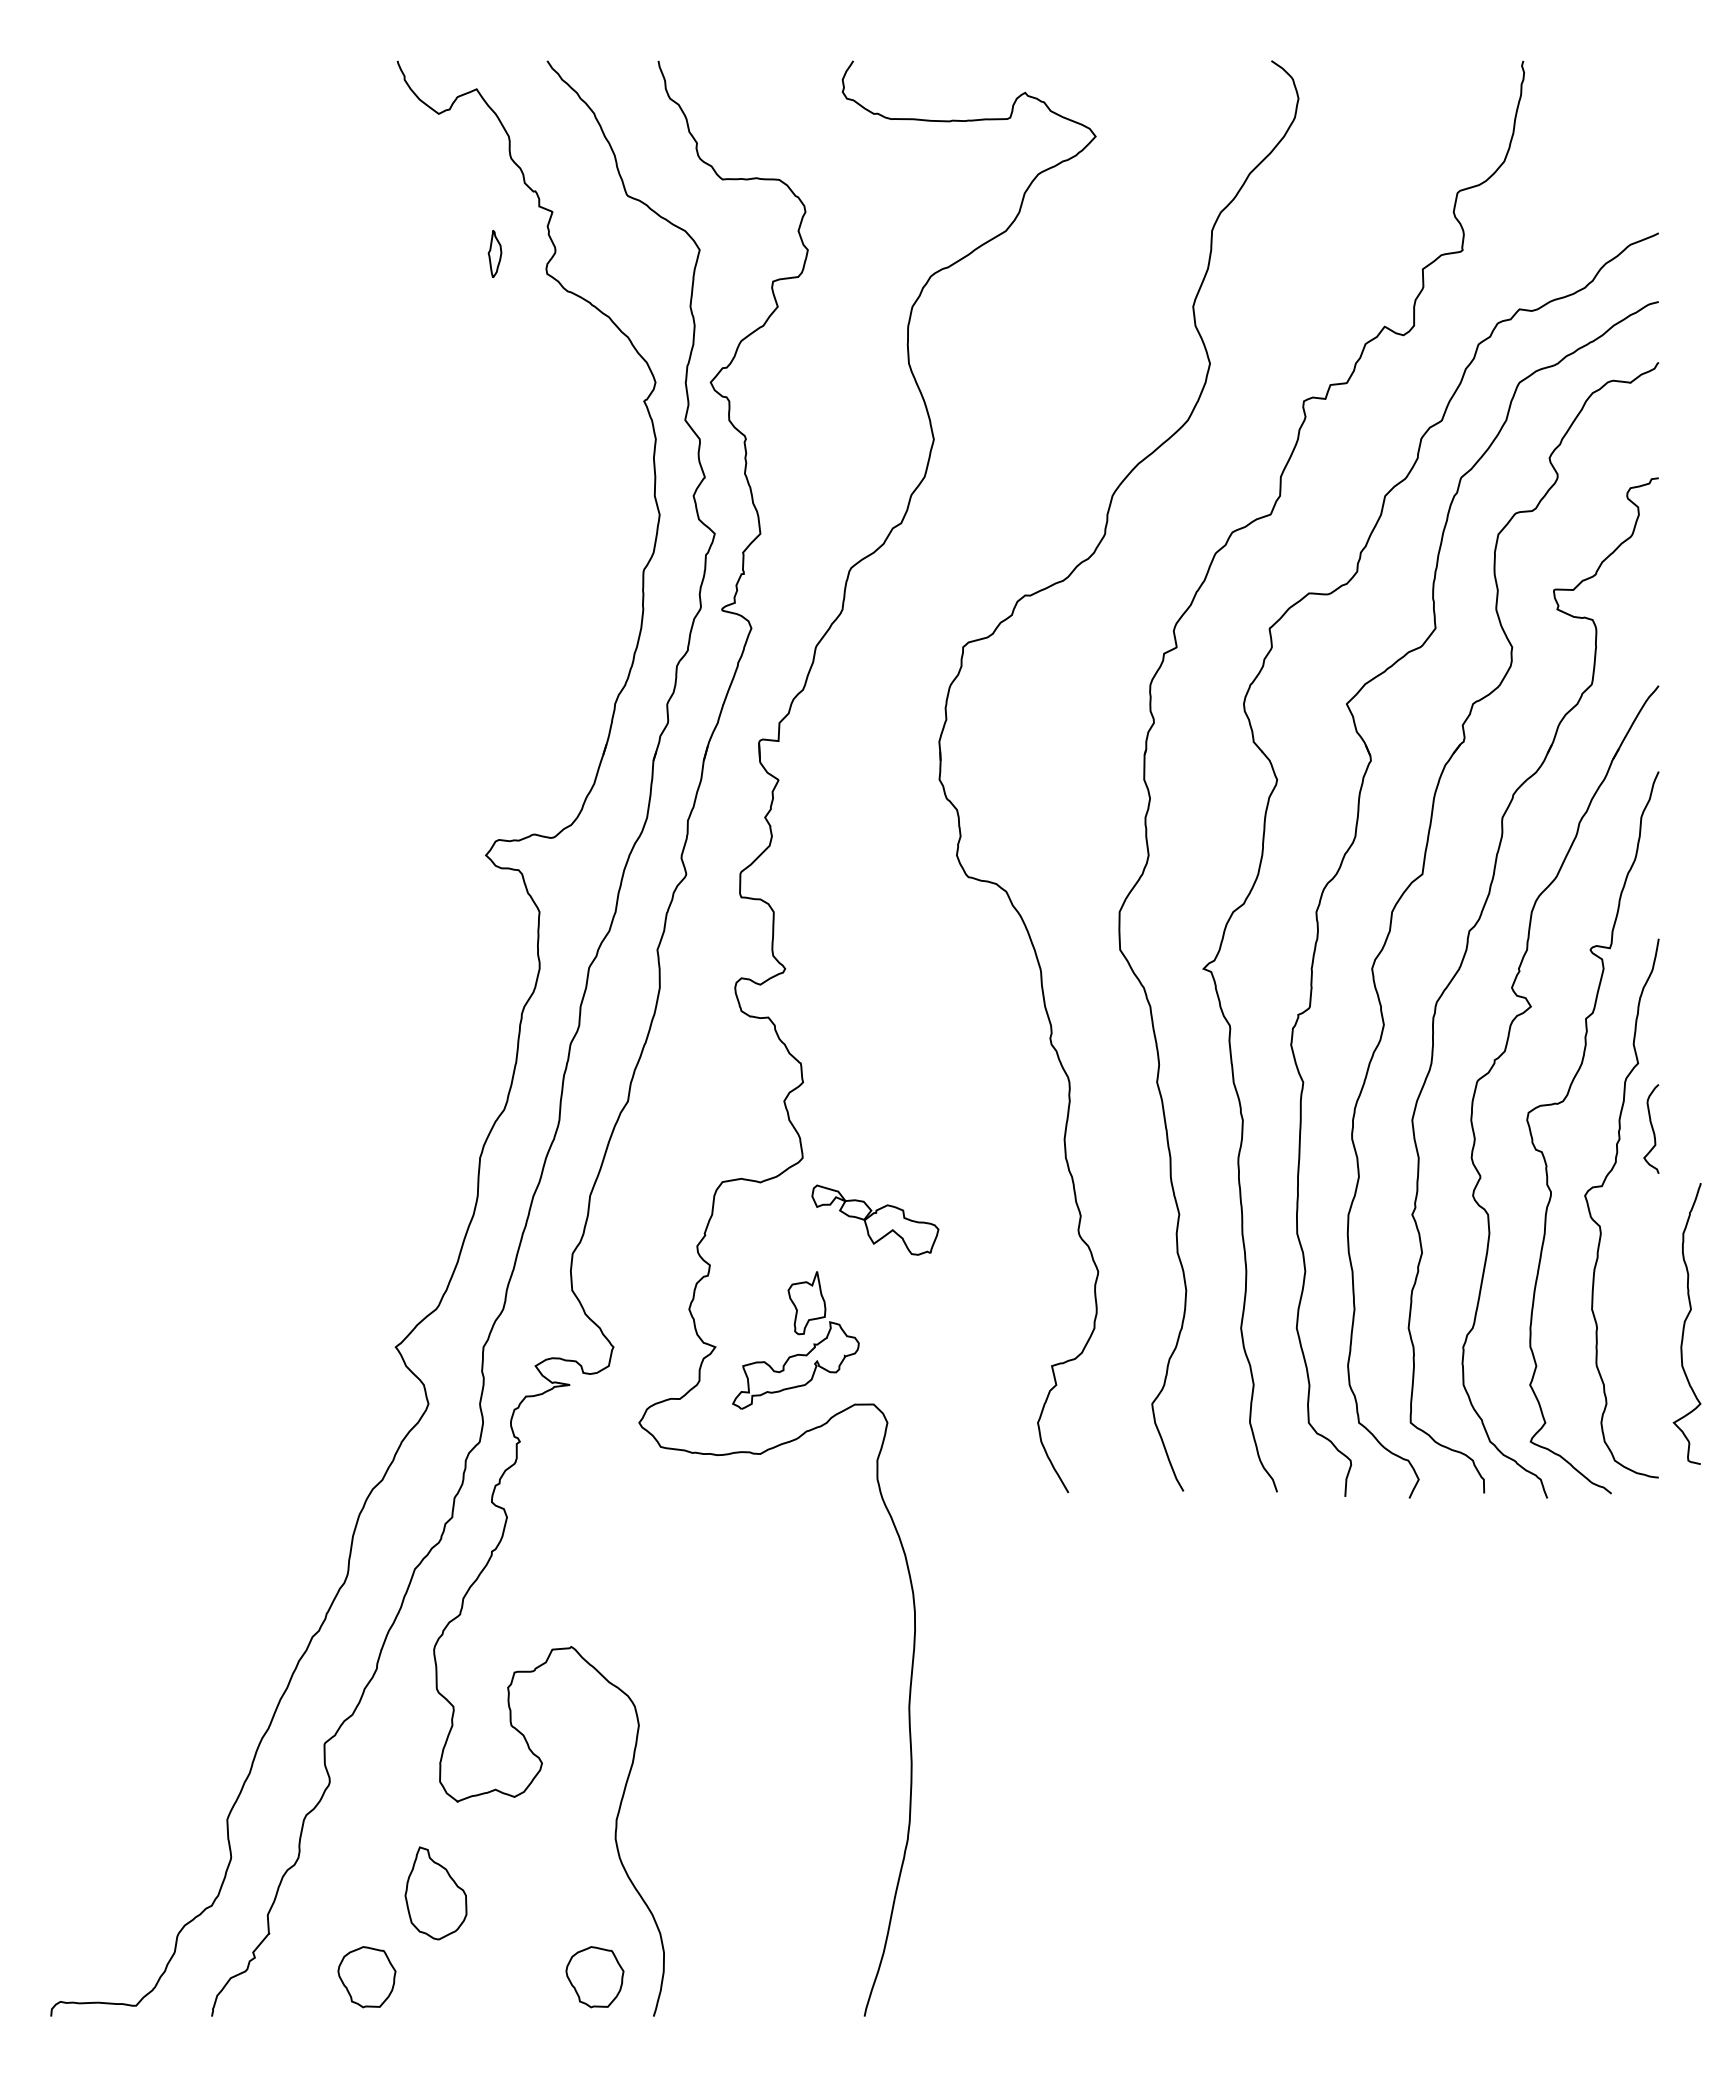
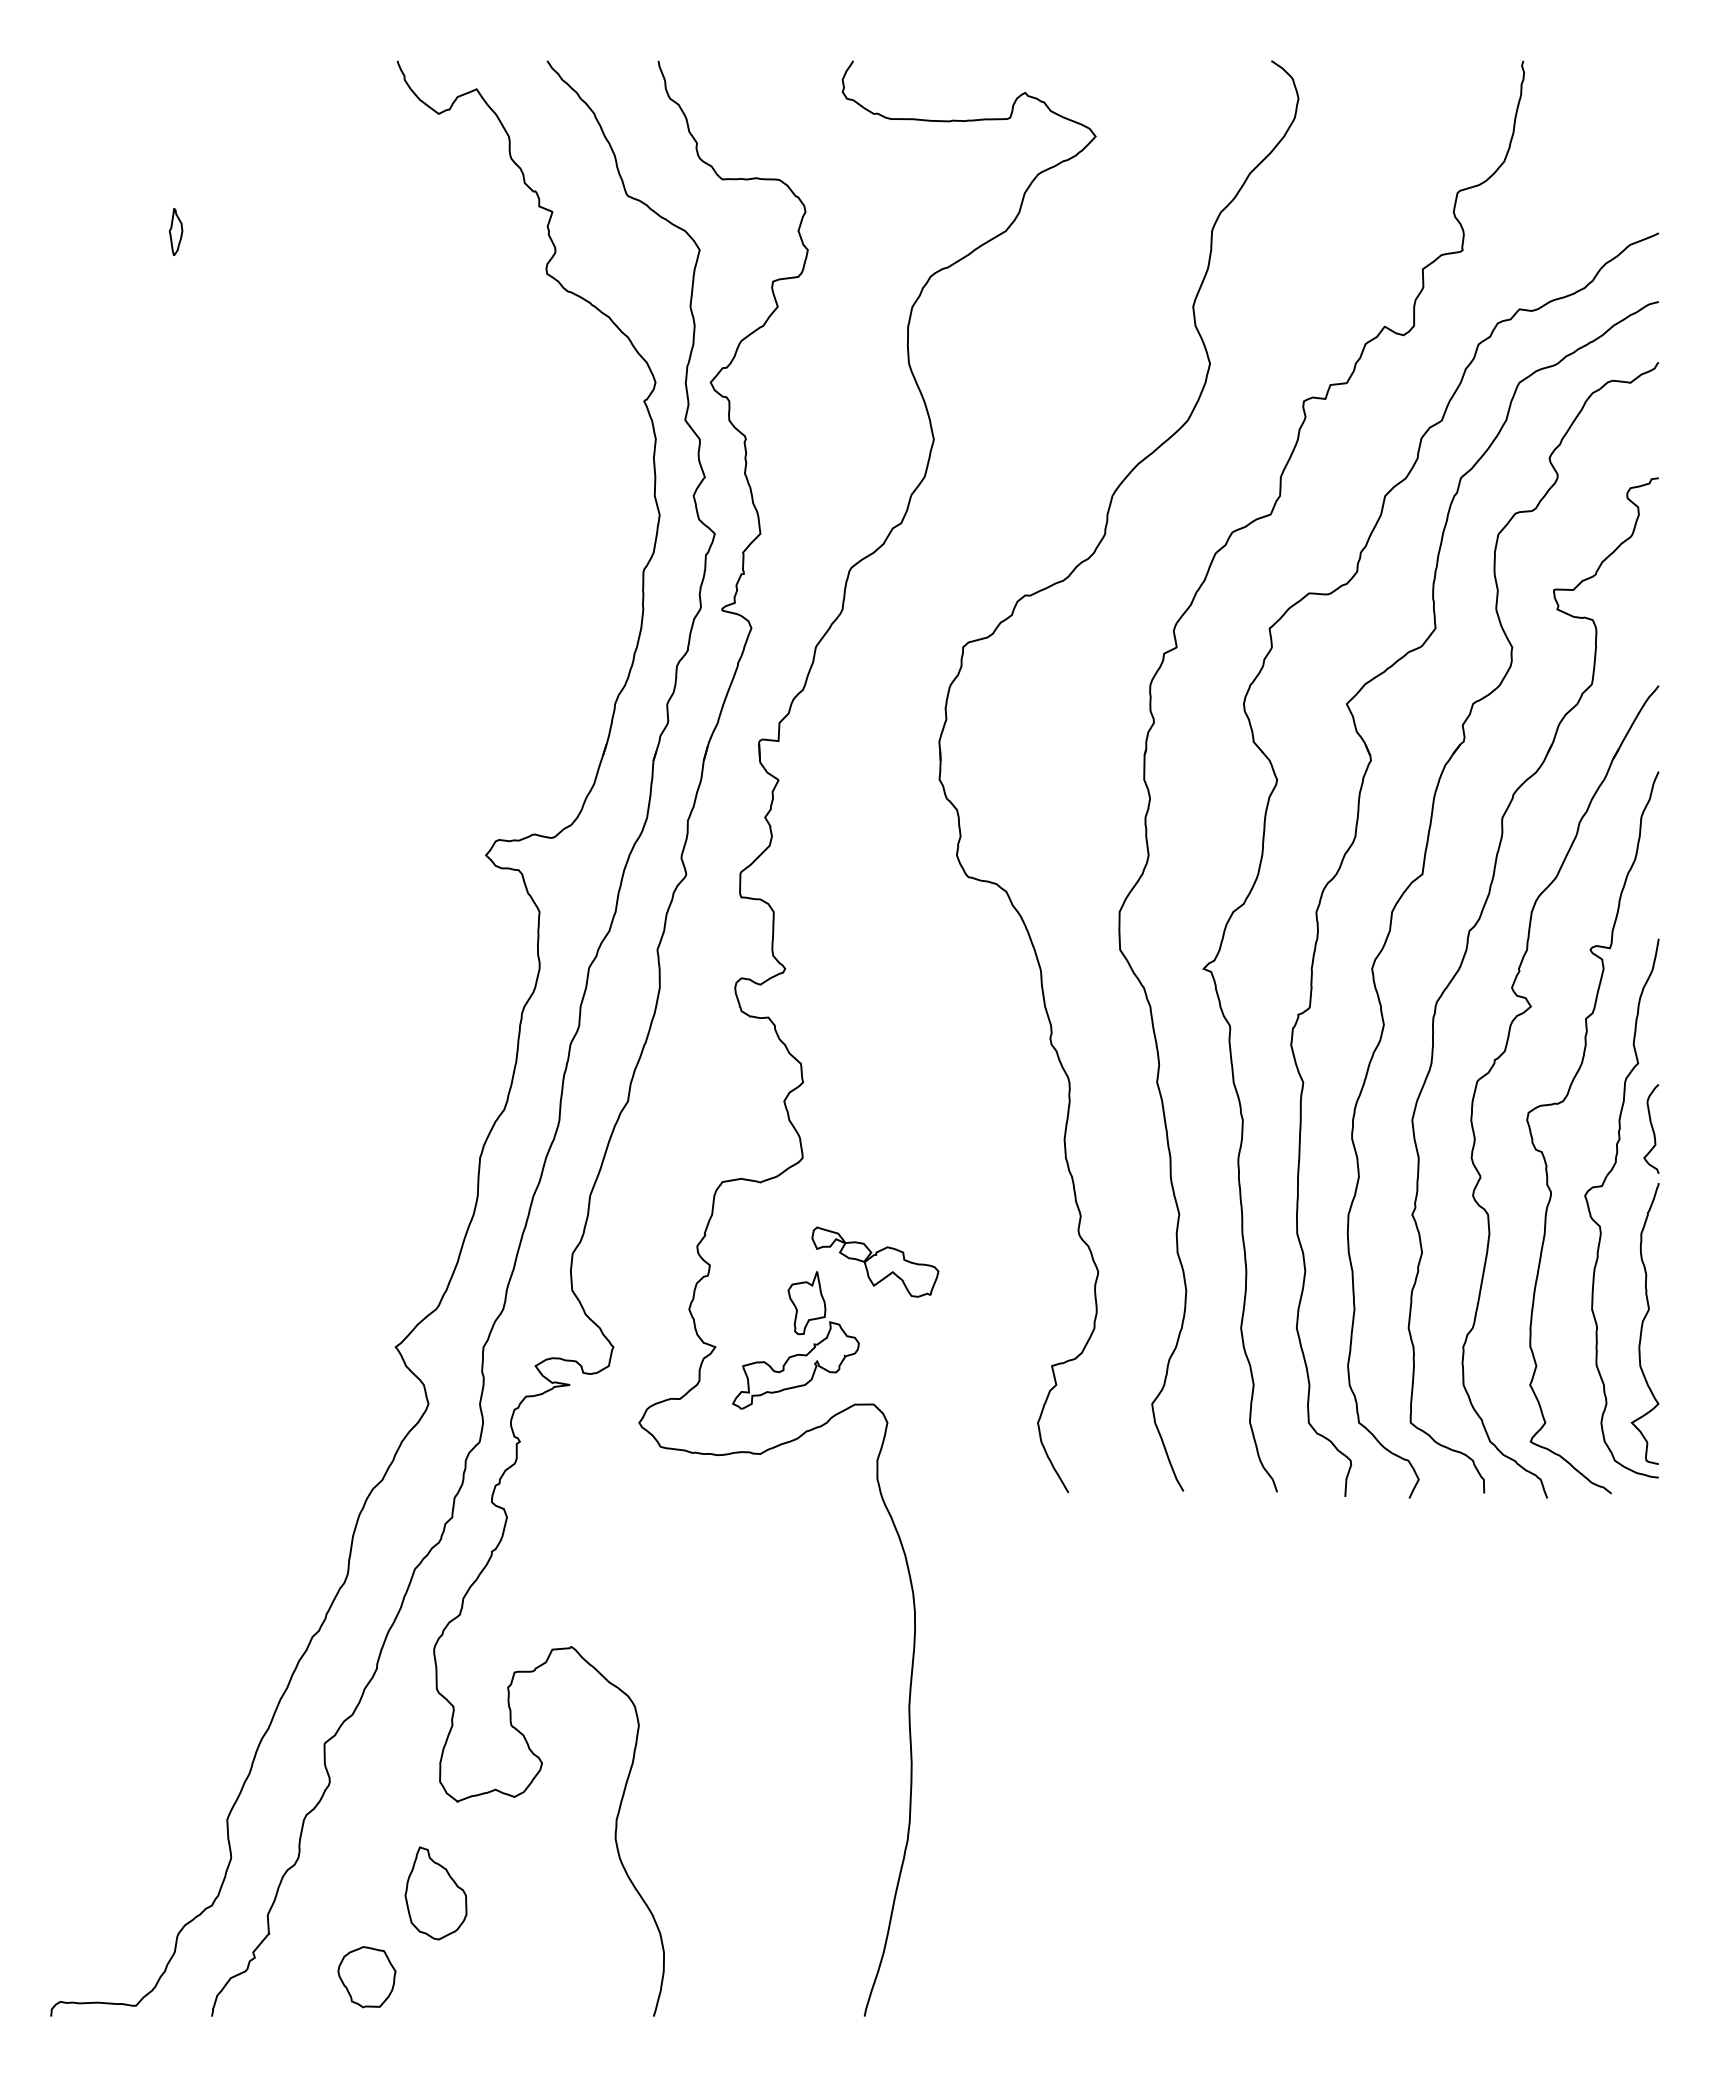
part at (494, 253) position: (494, 253) -> (175, 231)
part at (875, 1219) position: (875, 1219) -> (875, 1261)
curve at (1685, 1323) position: (1685, 1323) -> (1643, 1323)
part at (594, 1977): present -> none
